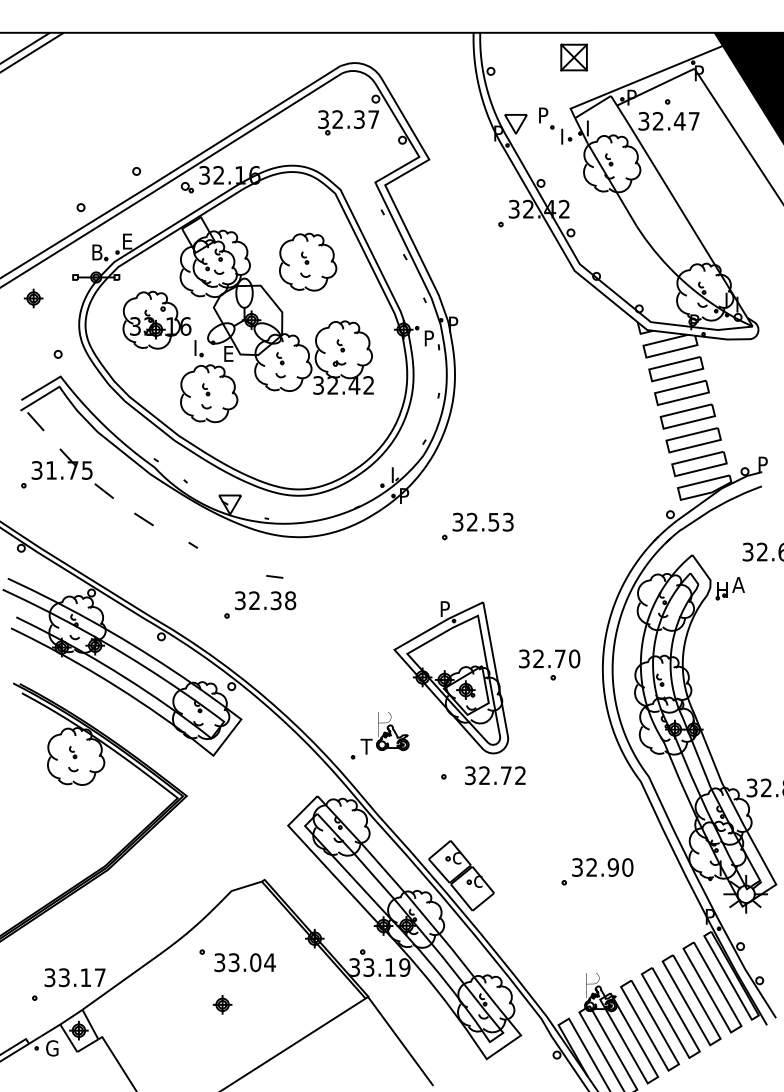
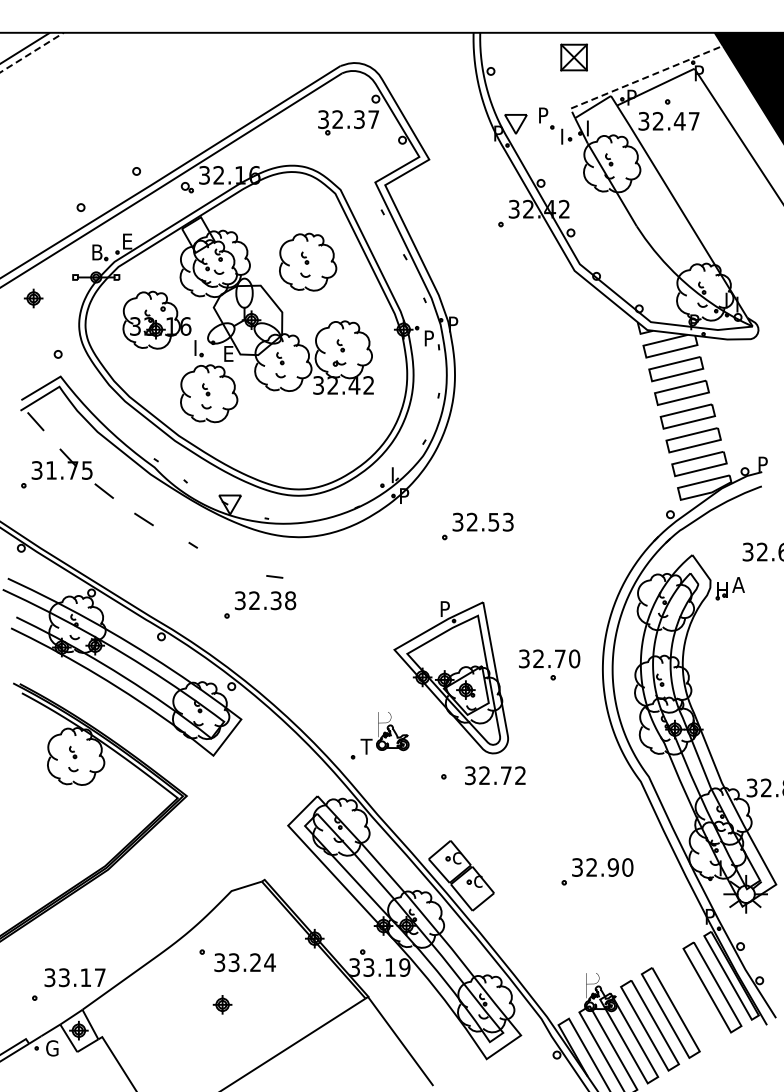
line at (33, 51): solid -> dashed
line at (641, 79): solid -> dashed
text at (255, 962): 33.04 -> 33.24
part at (691, 1000): present -> none
